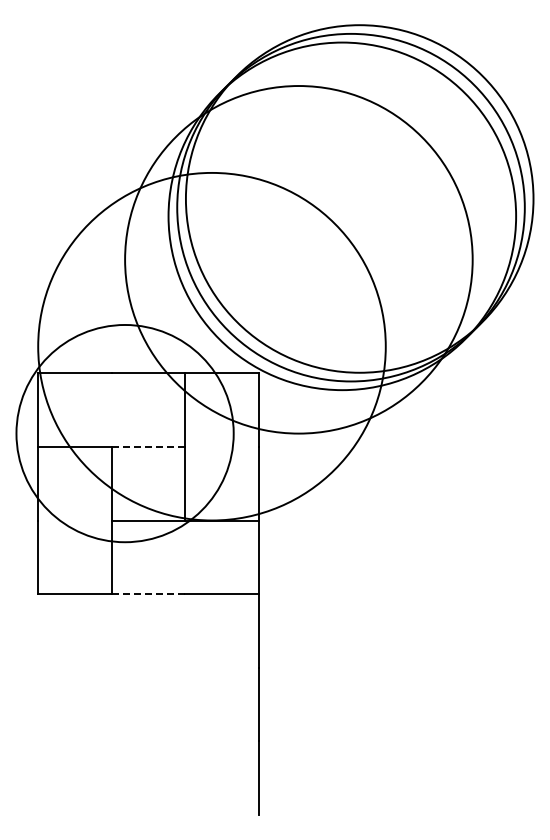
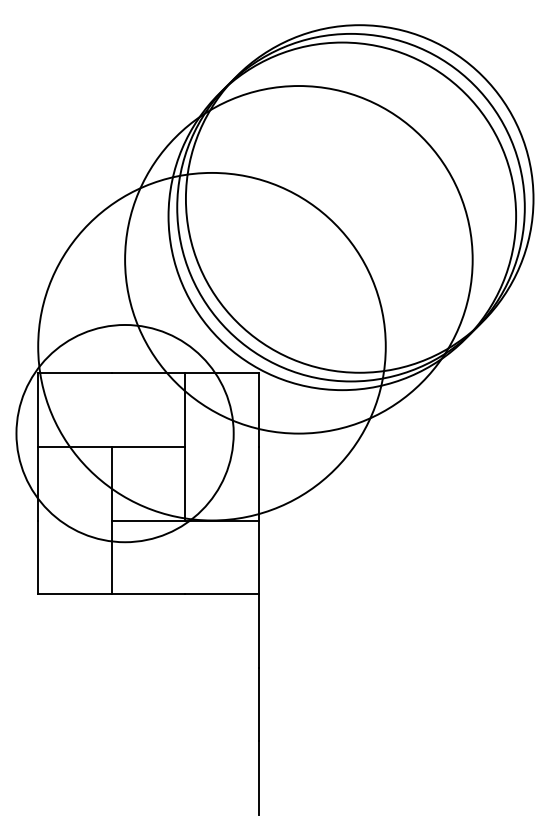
line at (148, 446): dashed -> solid
line at (148, 594): dashed -> solid
